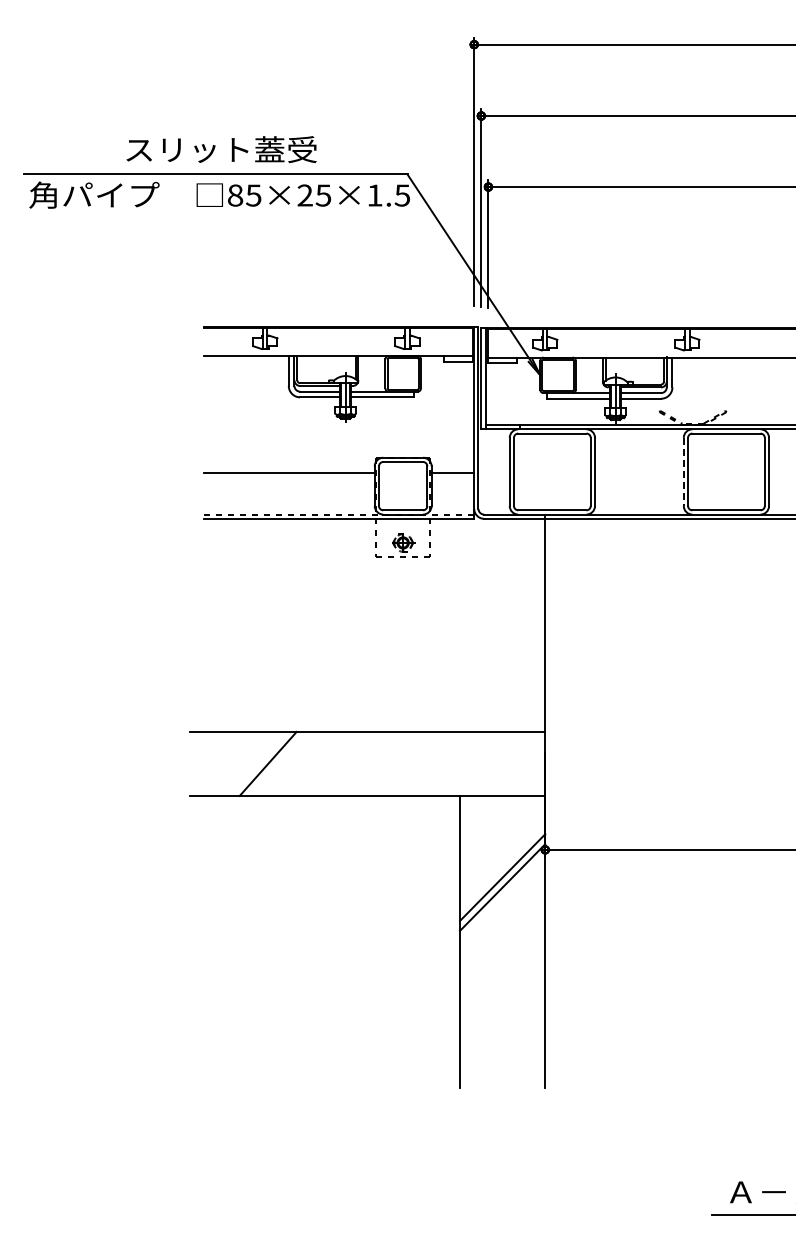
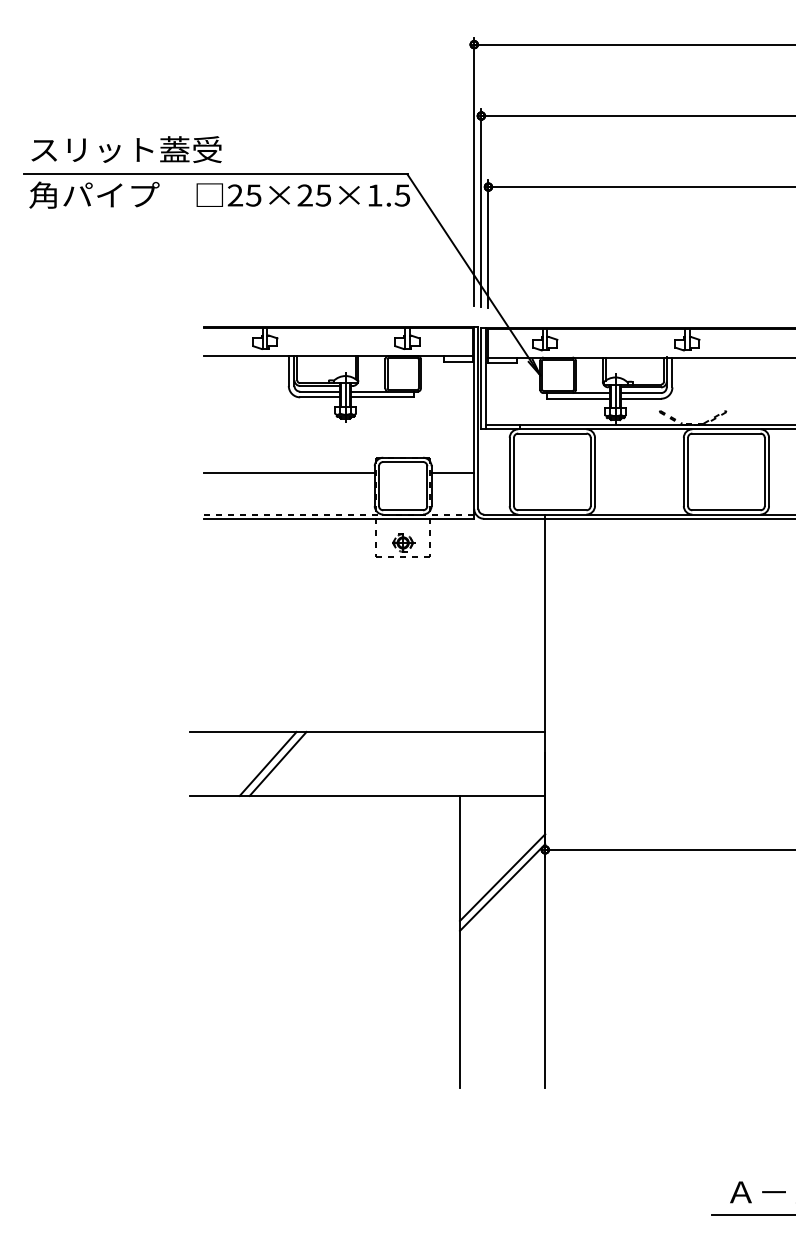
text at (221, 149) position: (221, 149) -> (126, 149)
text at (235, 195): 85×25×1.5 -> 25×25×1.5
line at (683, 472): dashed -> solid
line at (277, 763): none -> present
